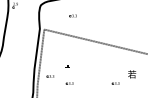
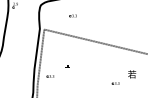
part at (69, 83): present -> none
